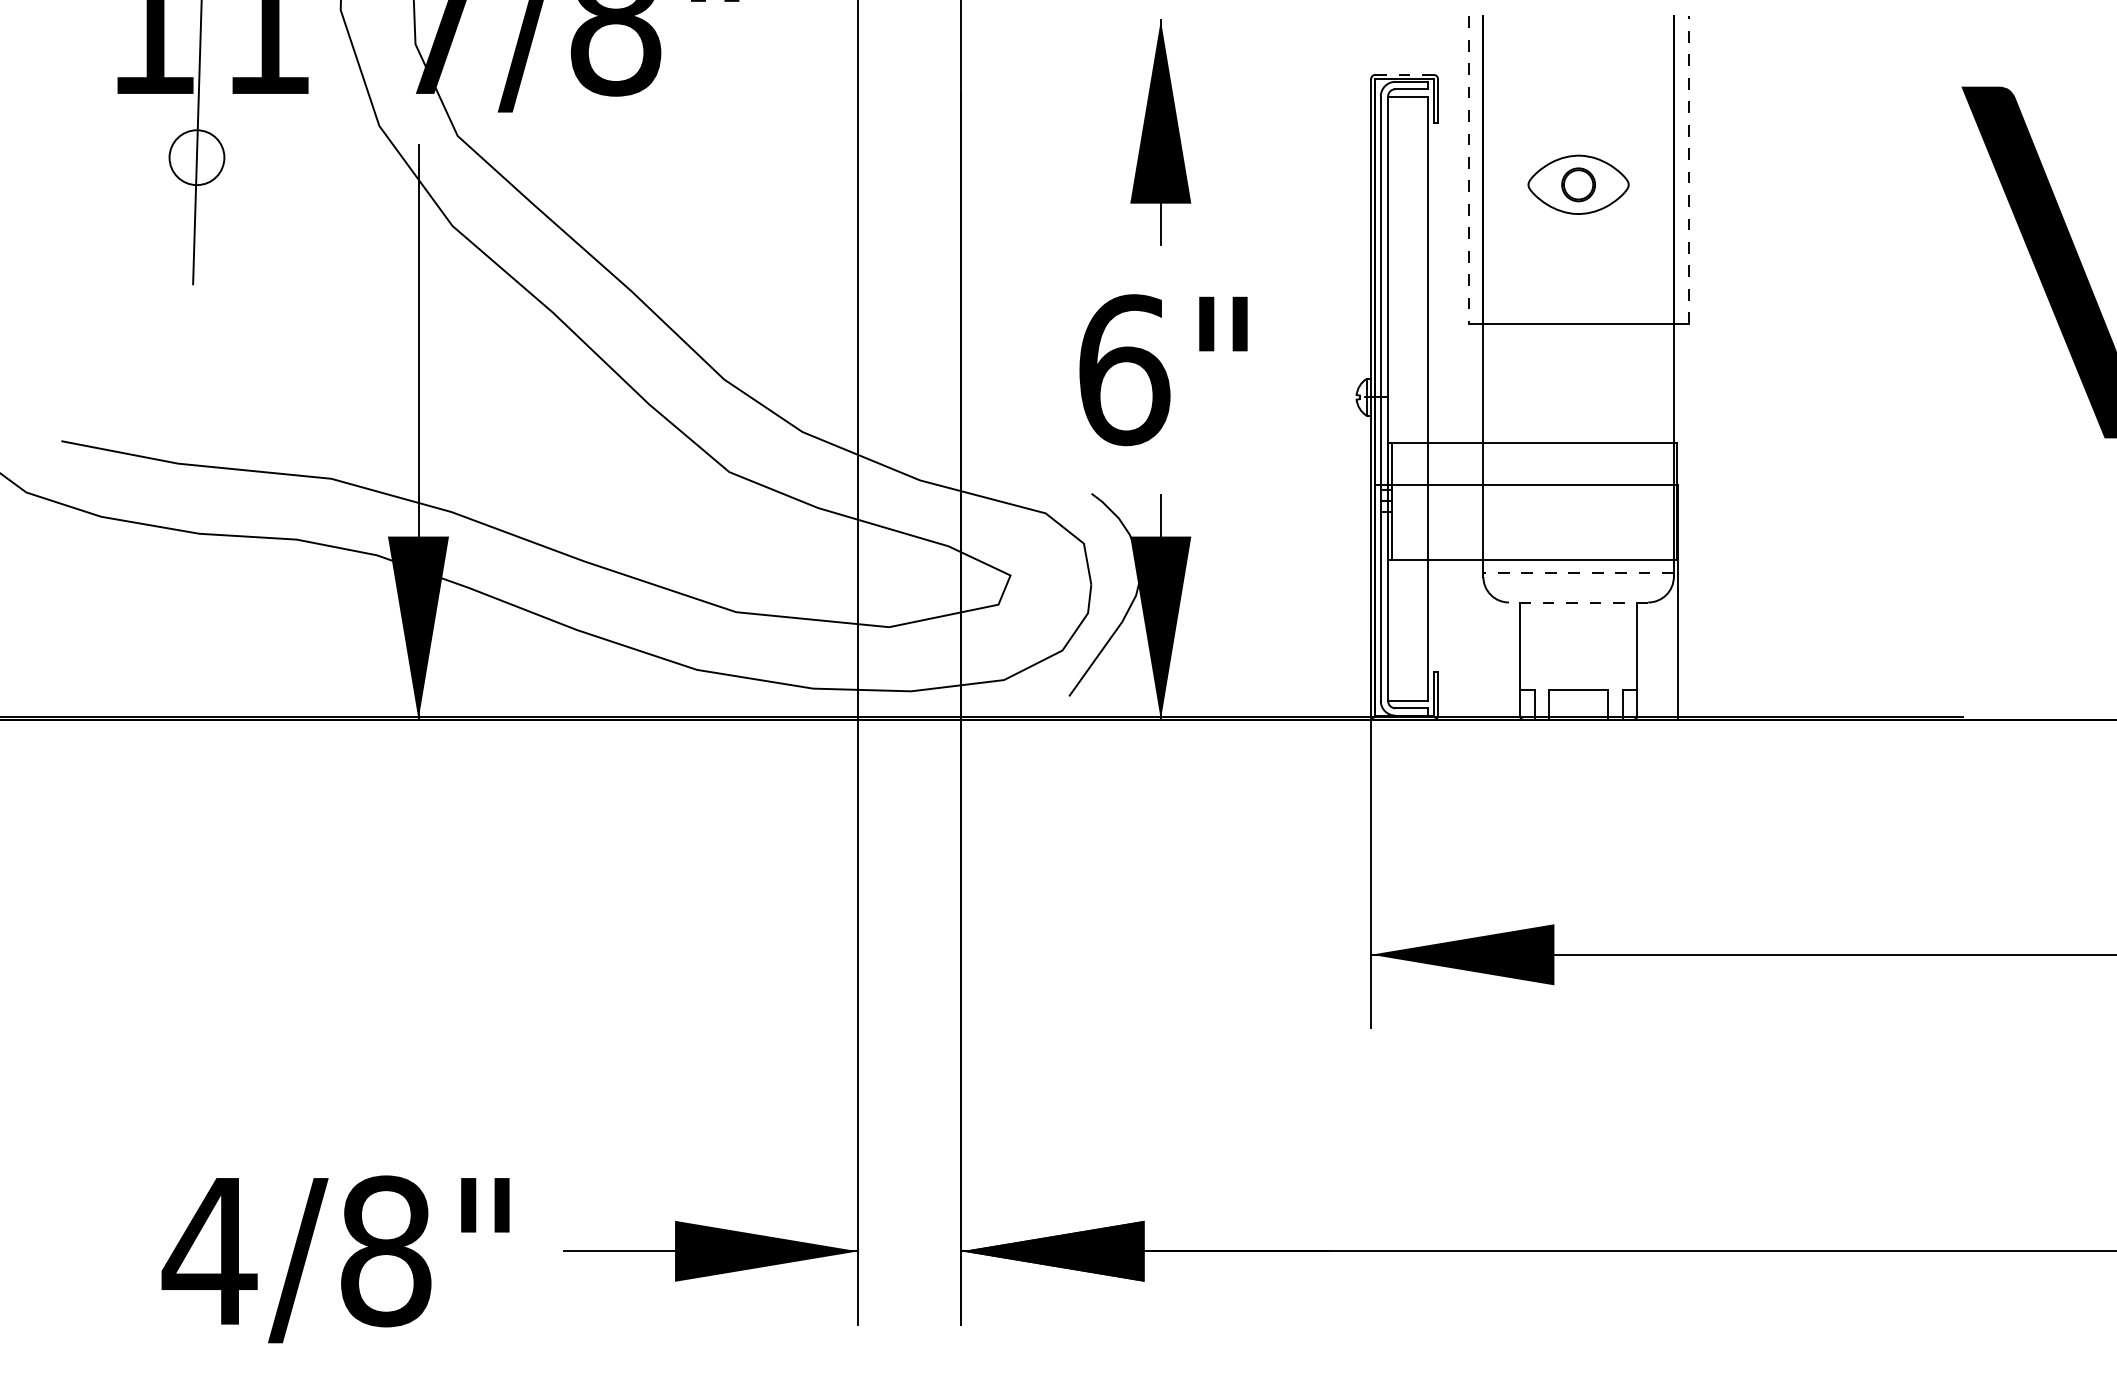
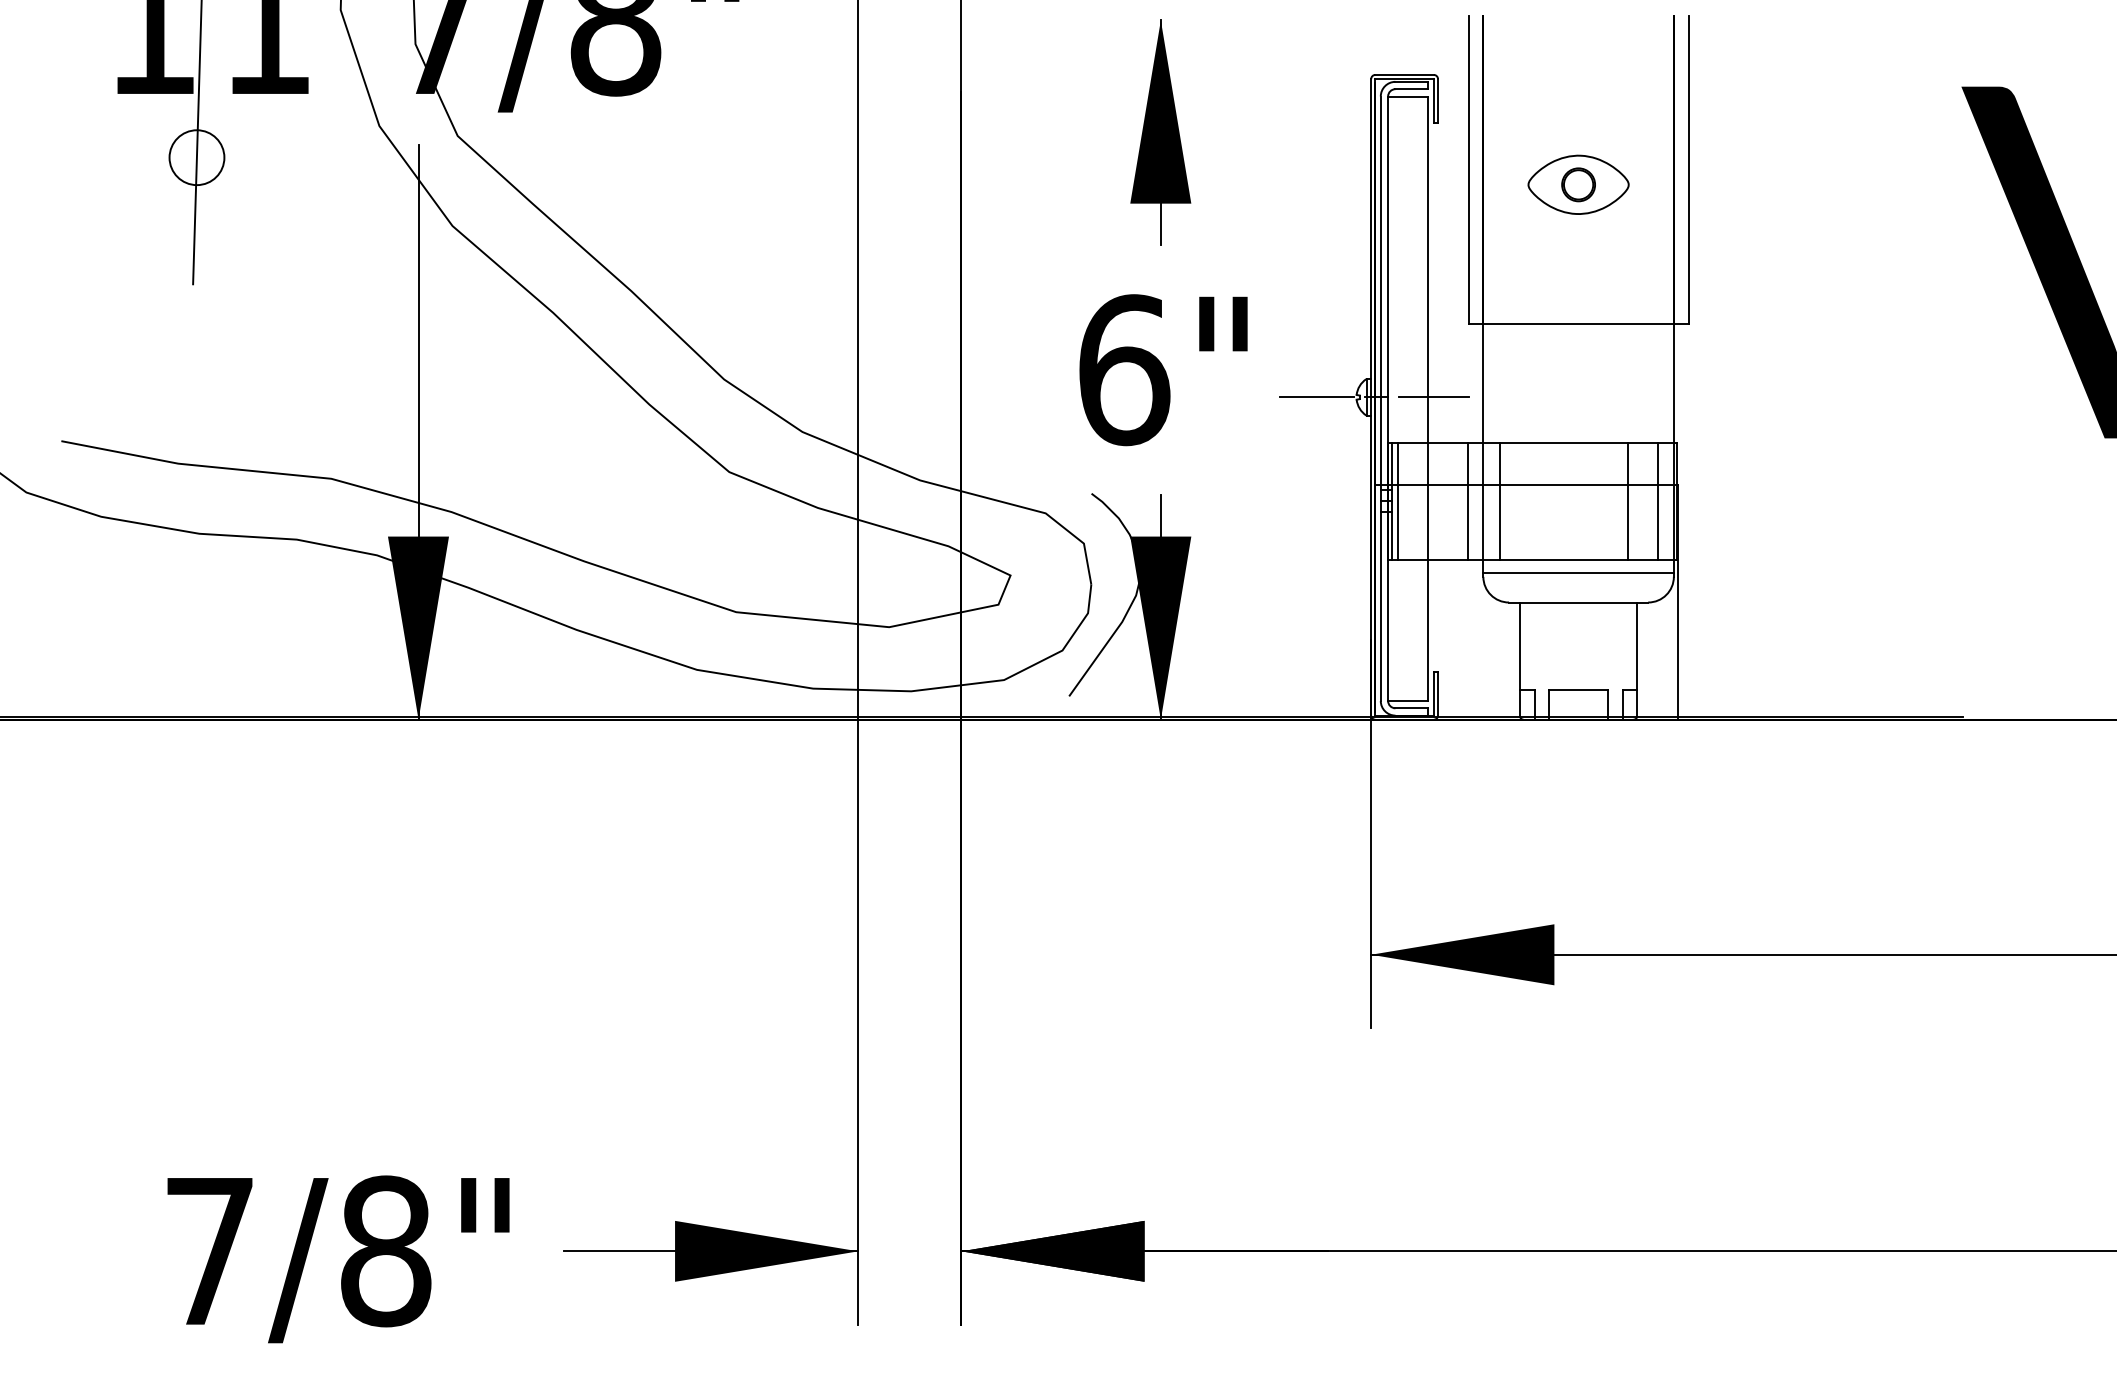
line at (1405, 74): dashed -> solid
line at (1468, 170): dashed -> solid
line at (1688, 170): dashed -> solid
line at (1316, 397): none -> present
line at (1433, 397): none -> present
line at (1398, 500): none -> present
line at (1468, 500): none -> present
line at (1499, 500): none -> present
line at (1628, 500): none -> present
line at (1657, 500): none -> present
line at (1578, 573): dashed -> solid
line at (1578, 602): dashed -> solid
text at (209, 1251): 4/8" -> 7/8"
